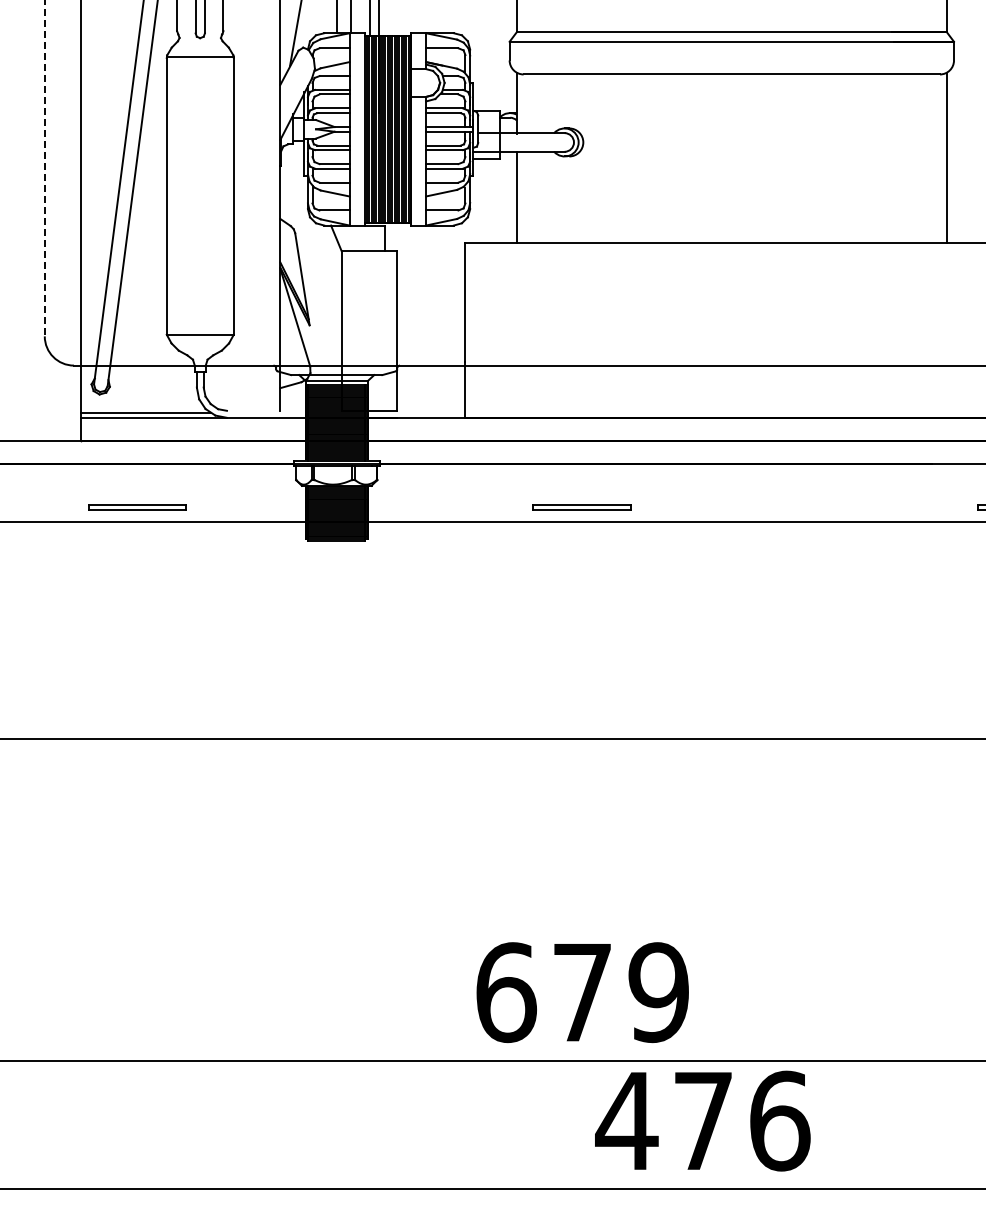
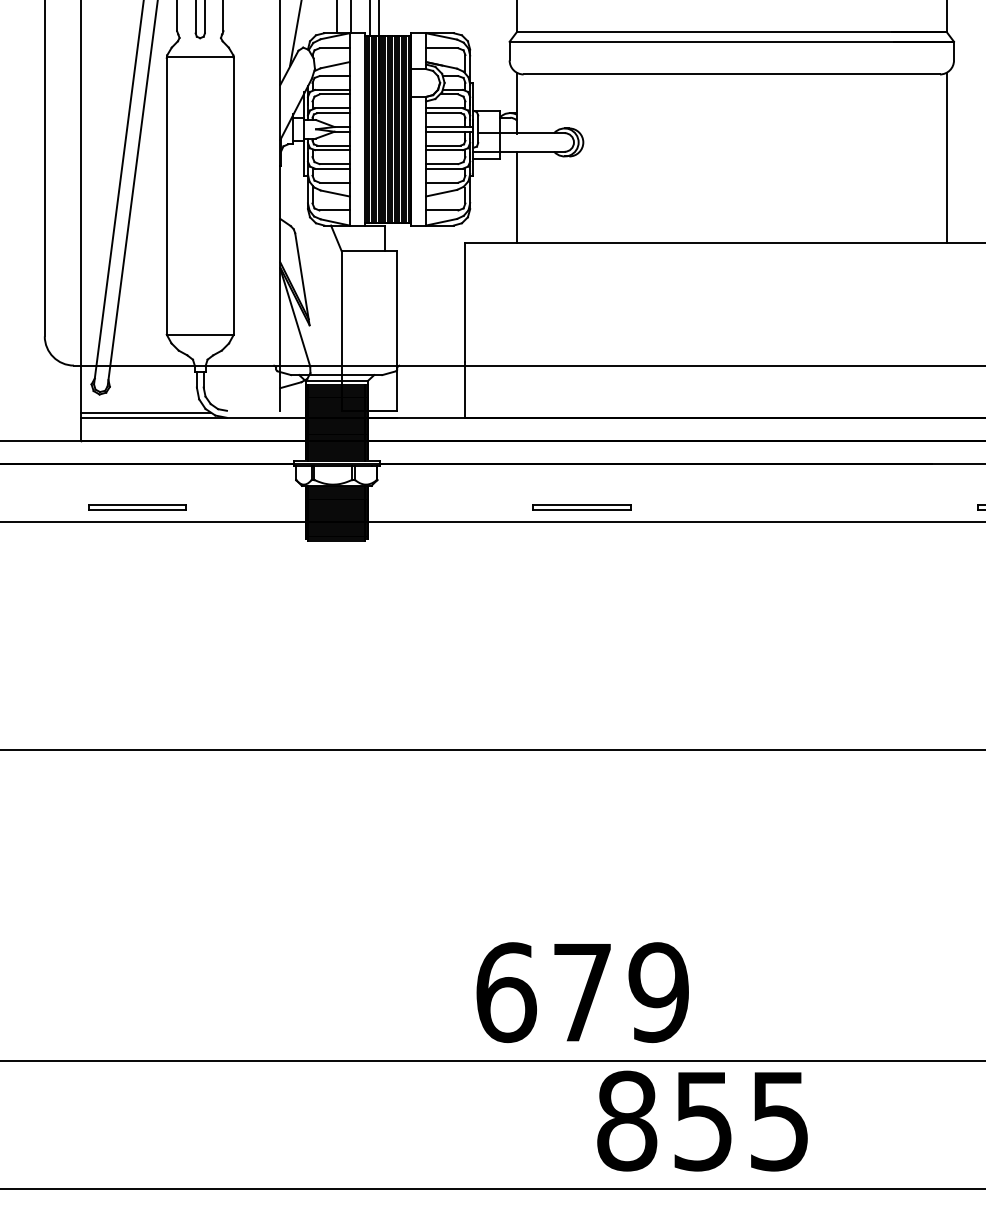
line at (44, 168): dashed -> solid
line at (492, 739) position: (492, 739) -> (492, 750)
text at (702, 1120): 476 -> 855
